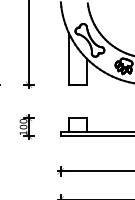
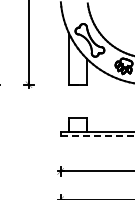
part at (26, 126): present -> none
line at (97, 136): solid -> dashed
